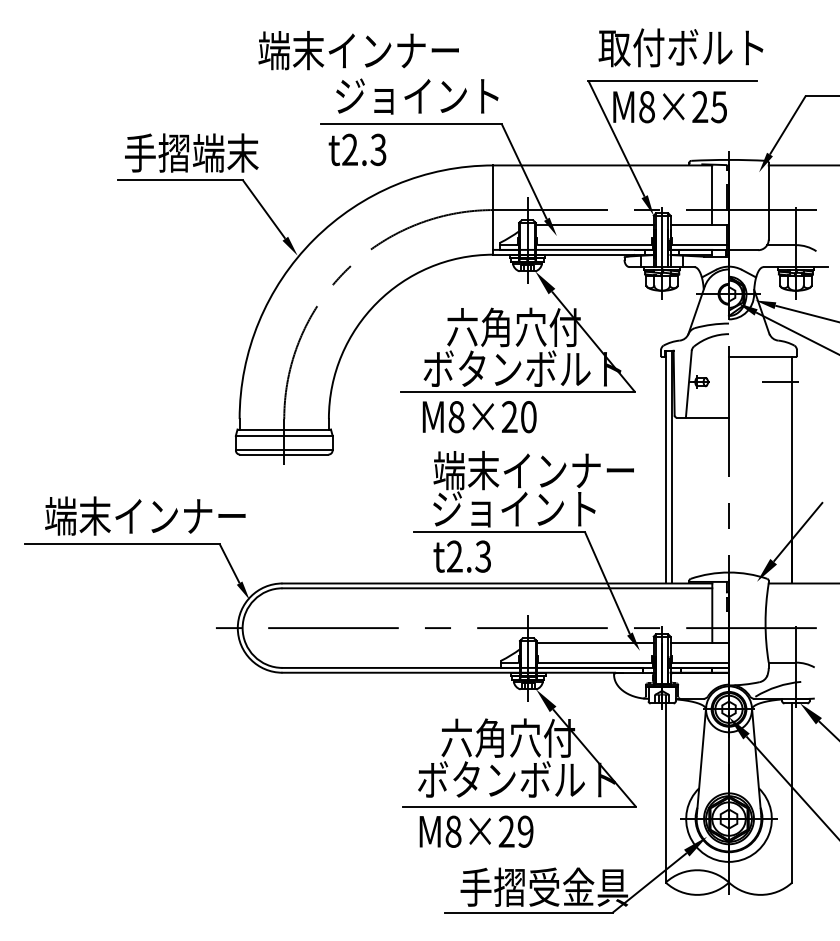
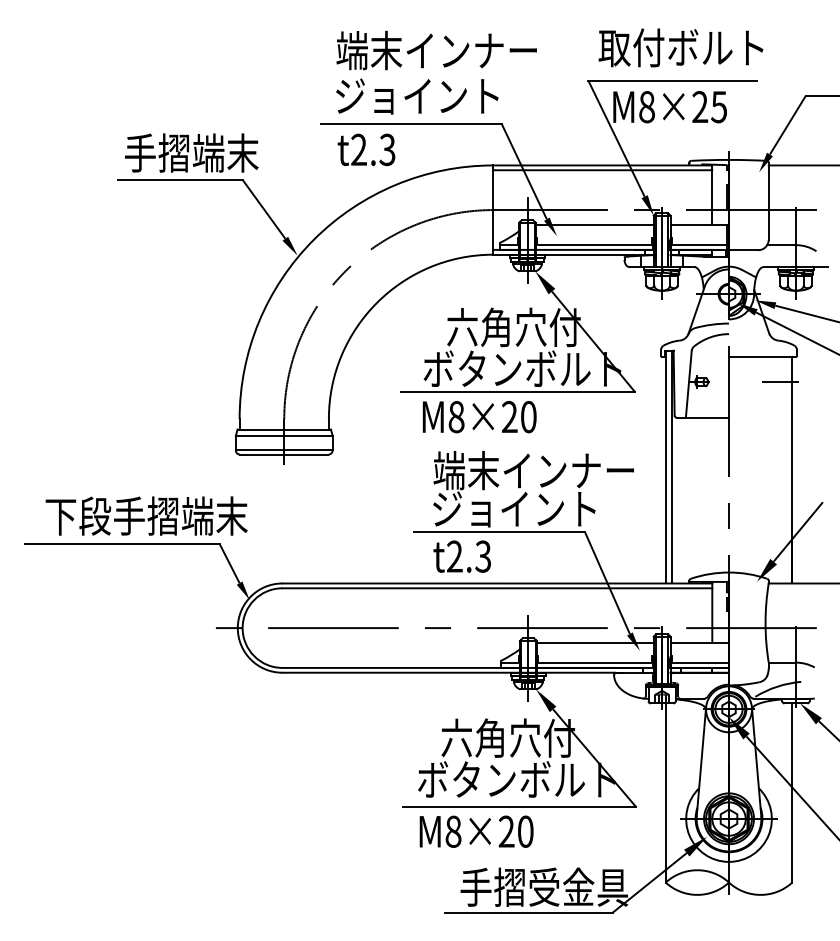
text at (358, 50) position: (358, 50) -> (436, 50)
text at (357, 149) position: (357, 149) -> (366, 149)
line at (602, 170): none -> present
text at (146, 515): 端末インナー -> 下段手摺端末
text at (525, 831): M8×29 -> M8×20
